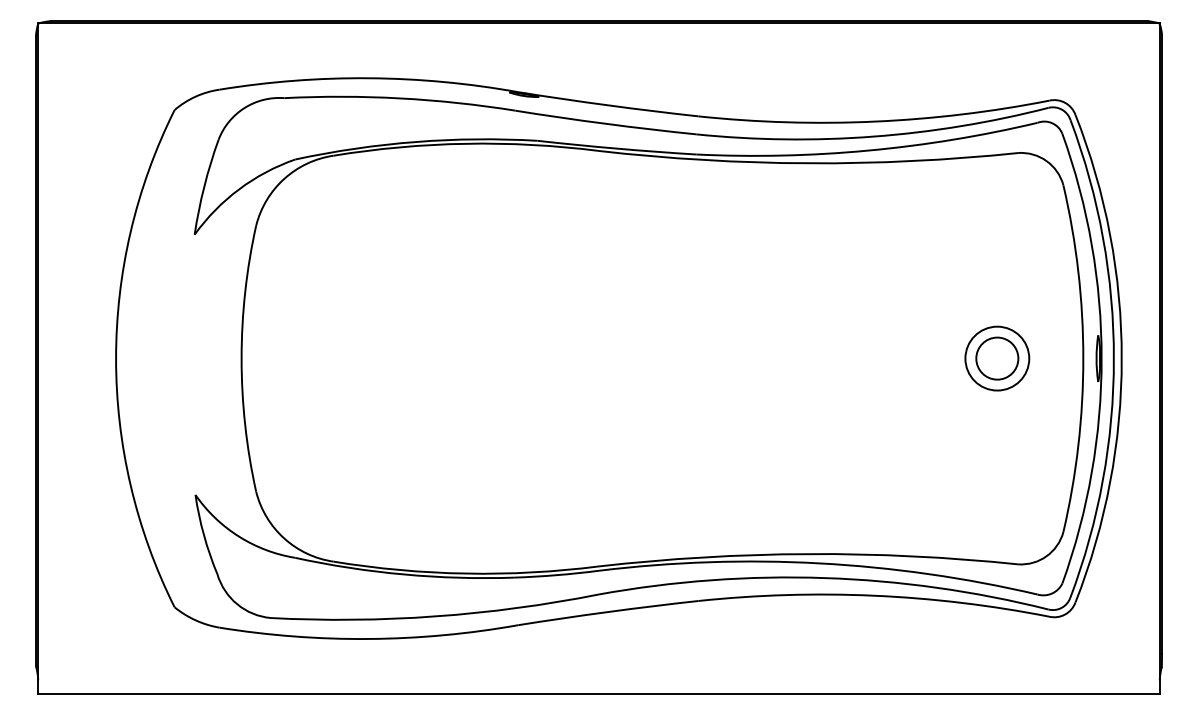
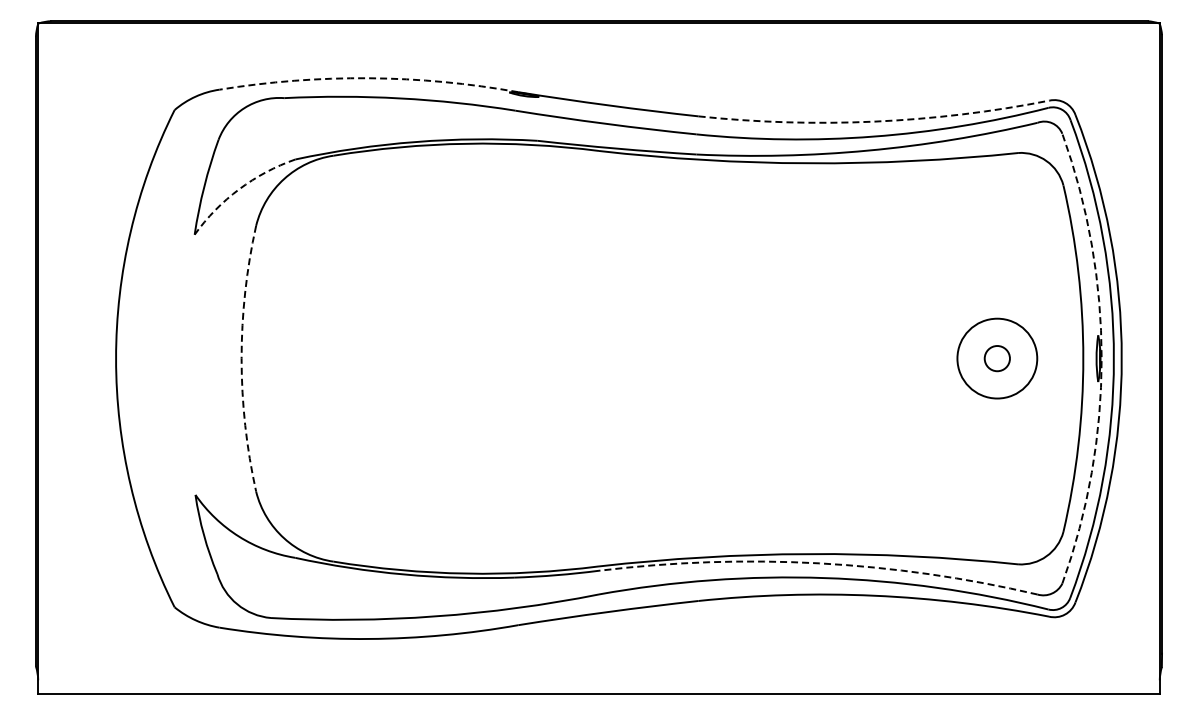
arc at (369, 78): solid -> dashed
arc at (874, 121): solid -> dashed
arc at (239, 189): solid -> dashed
arc at (241, 358): solid -> dashed
circle at (997, 358) diameter: 42 px -> 25 px
circle at (997, 358) diameter: 64 px -> 80 px
arc at (1101, 358): solid -> dashed
arc at (819, 563): solid -> dashed
